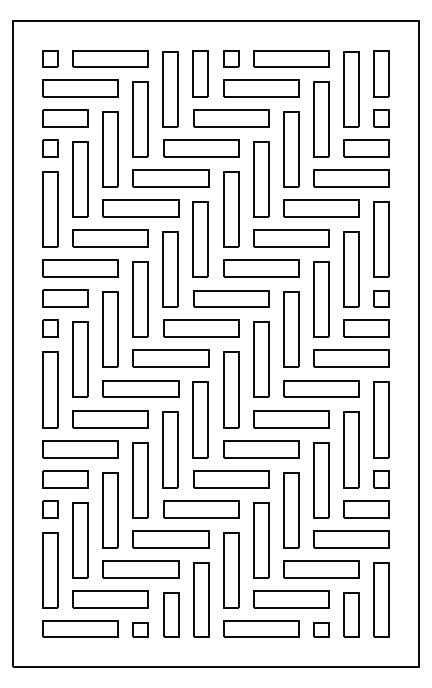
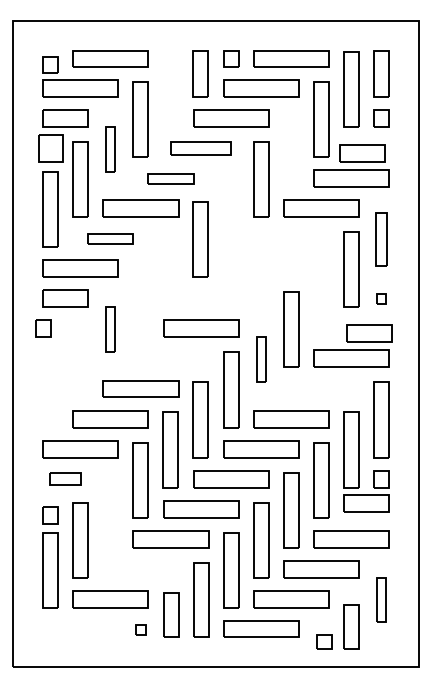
part at (50, 58) position: (50, 58) -> (50, 64)
part at (170, 89): present -> none
part at (50, 148) size: 17x19 px -> 26x29 px
part at (201, 148) size: 77x19 px -> 62x15 px
part at (366, 148) position: (366, 148) -> (362, 153)
part at (110, 149) size: 17x77 px -> 11x47 px
part at (291, 149): present -> none
part at (170, 178) size: 78x19 px -> 48x12 px
part at (231, 209): present -> none
part at (110, 238) size: 77x19 px -> 47x12 px
part at (291, 238): present -> none
part at (381, 239) size: 17x77 px -> 13x55 px
part at (261, 268): present -> none
part at (170, 269): present -> none
part at (231, 298): present -> none
part at (381, 298) size: 17x18 px -> 11x12 px
part at (140, 299): present -> none
part at (321, 299): present -> none
part at (50, 328) position: (50, 328) -> (43, 328)
part at (366, 328) position: (366, 328) -> (369, 333)
part at (110, 329) size: 17x77 px -> 11x47 px
part at (170, 358): present -> none
part at (80, 359): present -> none
part at (261, 359) size: 17x77 px -> 11x47 px
part at (321, 388): present -> none
part at (50, 389): present -> none
part at (65, 479) size: 47x19 px -> 33x14 px
part at (50, 509) position: (50, 509) -> (50, 515)
part at (366, 509) position: (366, 509) -> (366, 503)
part at (110, 510): present -> none
part at (140, 569): present -> none
part at (381, 599) size: 17x76 px -> 11x46 px
part at (351, 614) position: (351, 614) -> (351, 626)
part at (80, 628): present -> none
part at (140, 629) size: 17x16 px -> 12x12 px
part at (321, 629) position: (321, 629) -> (324, 641)
